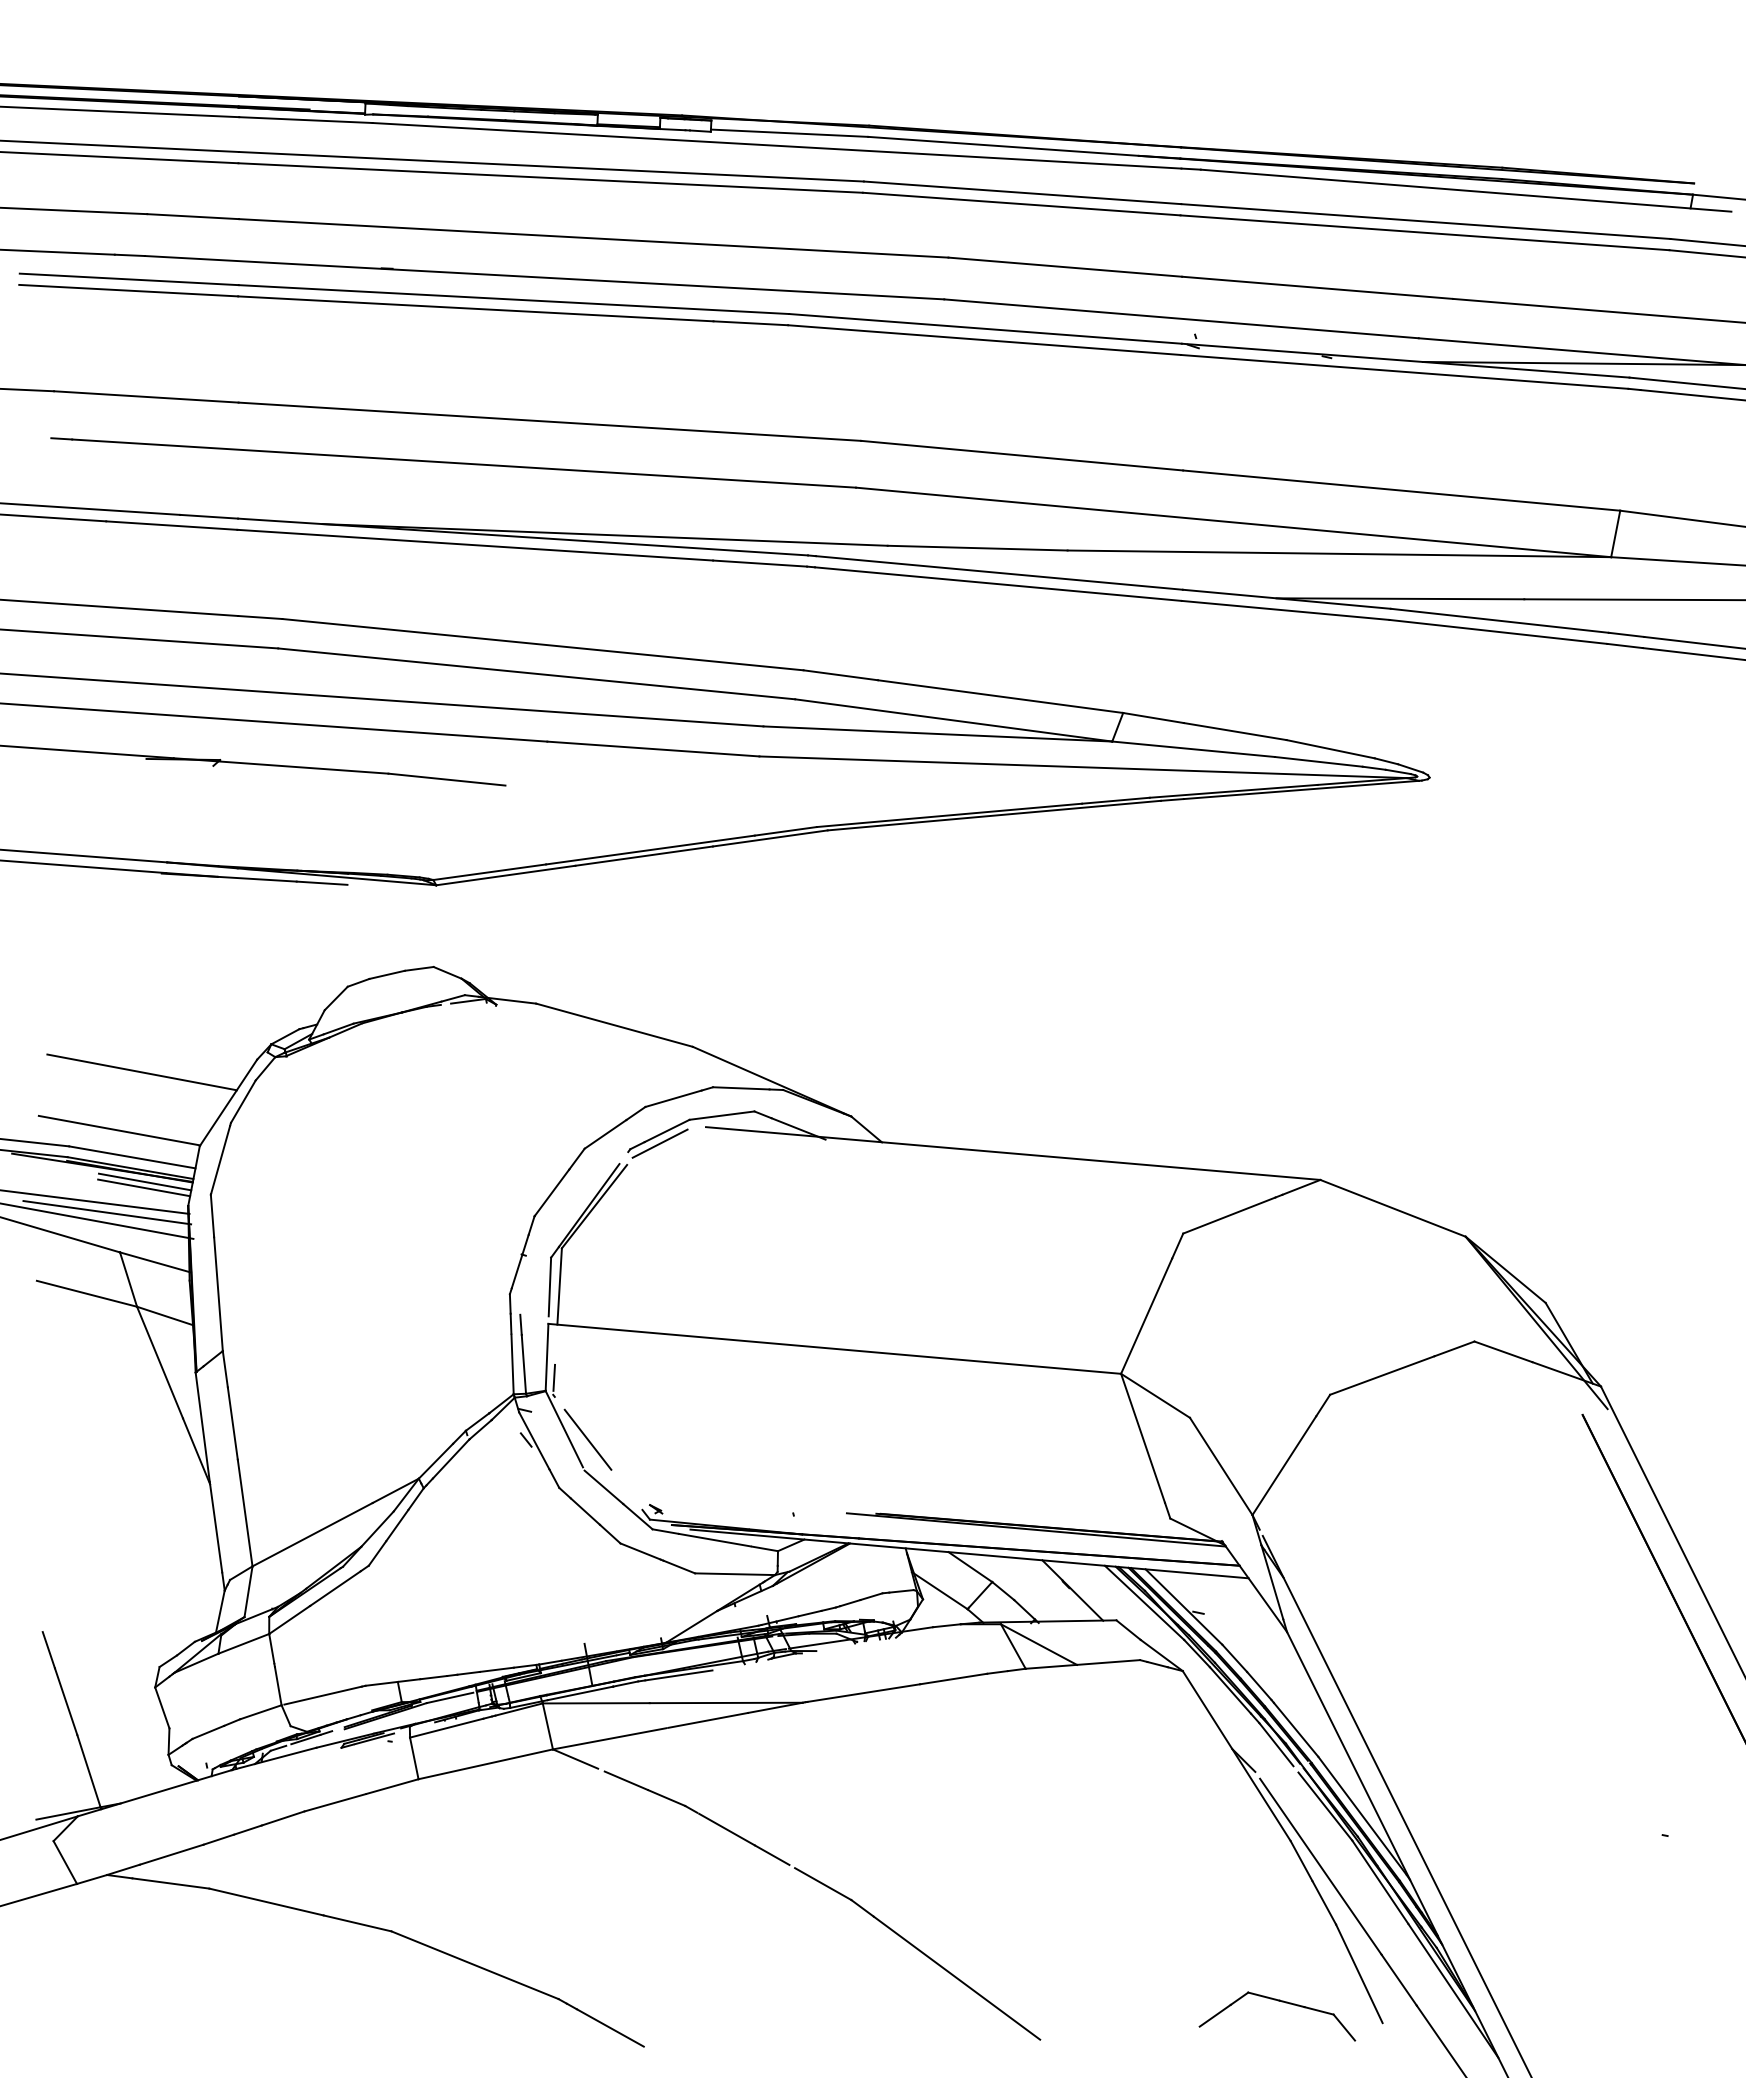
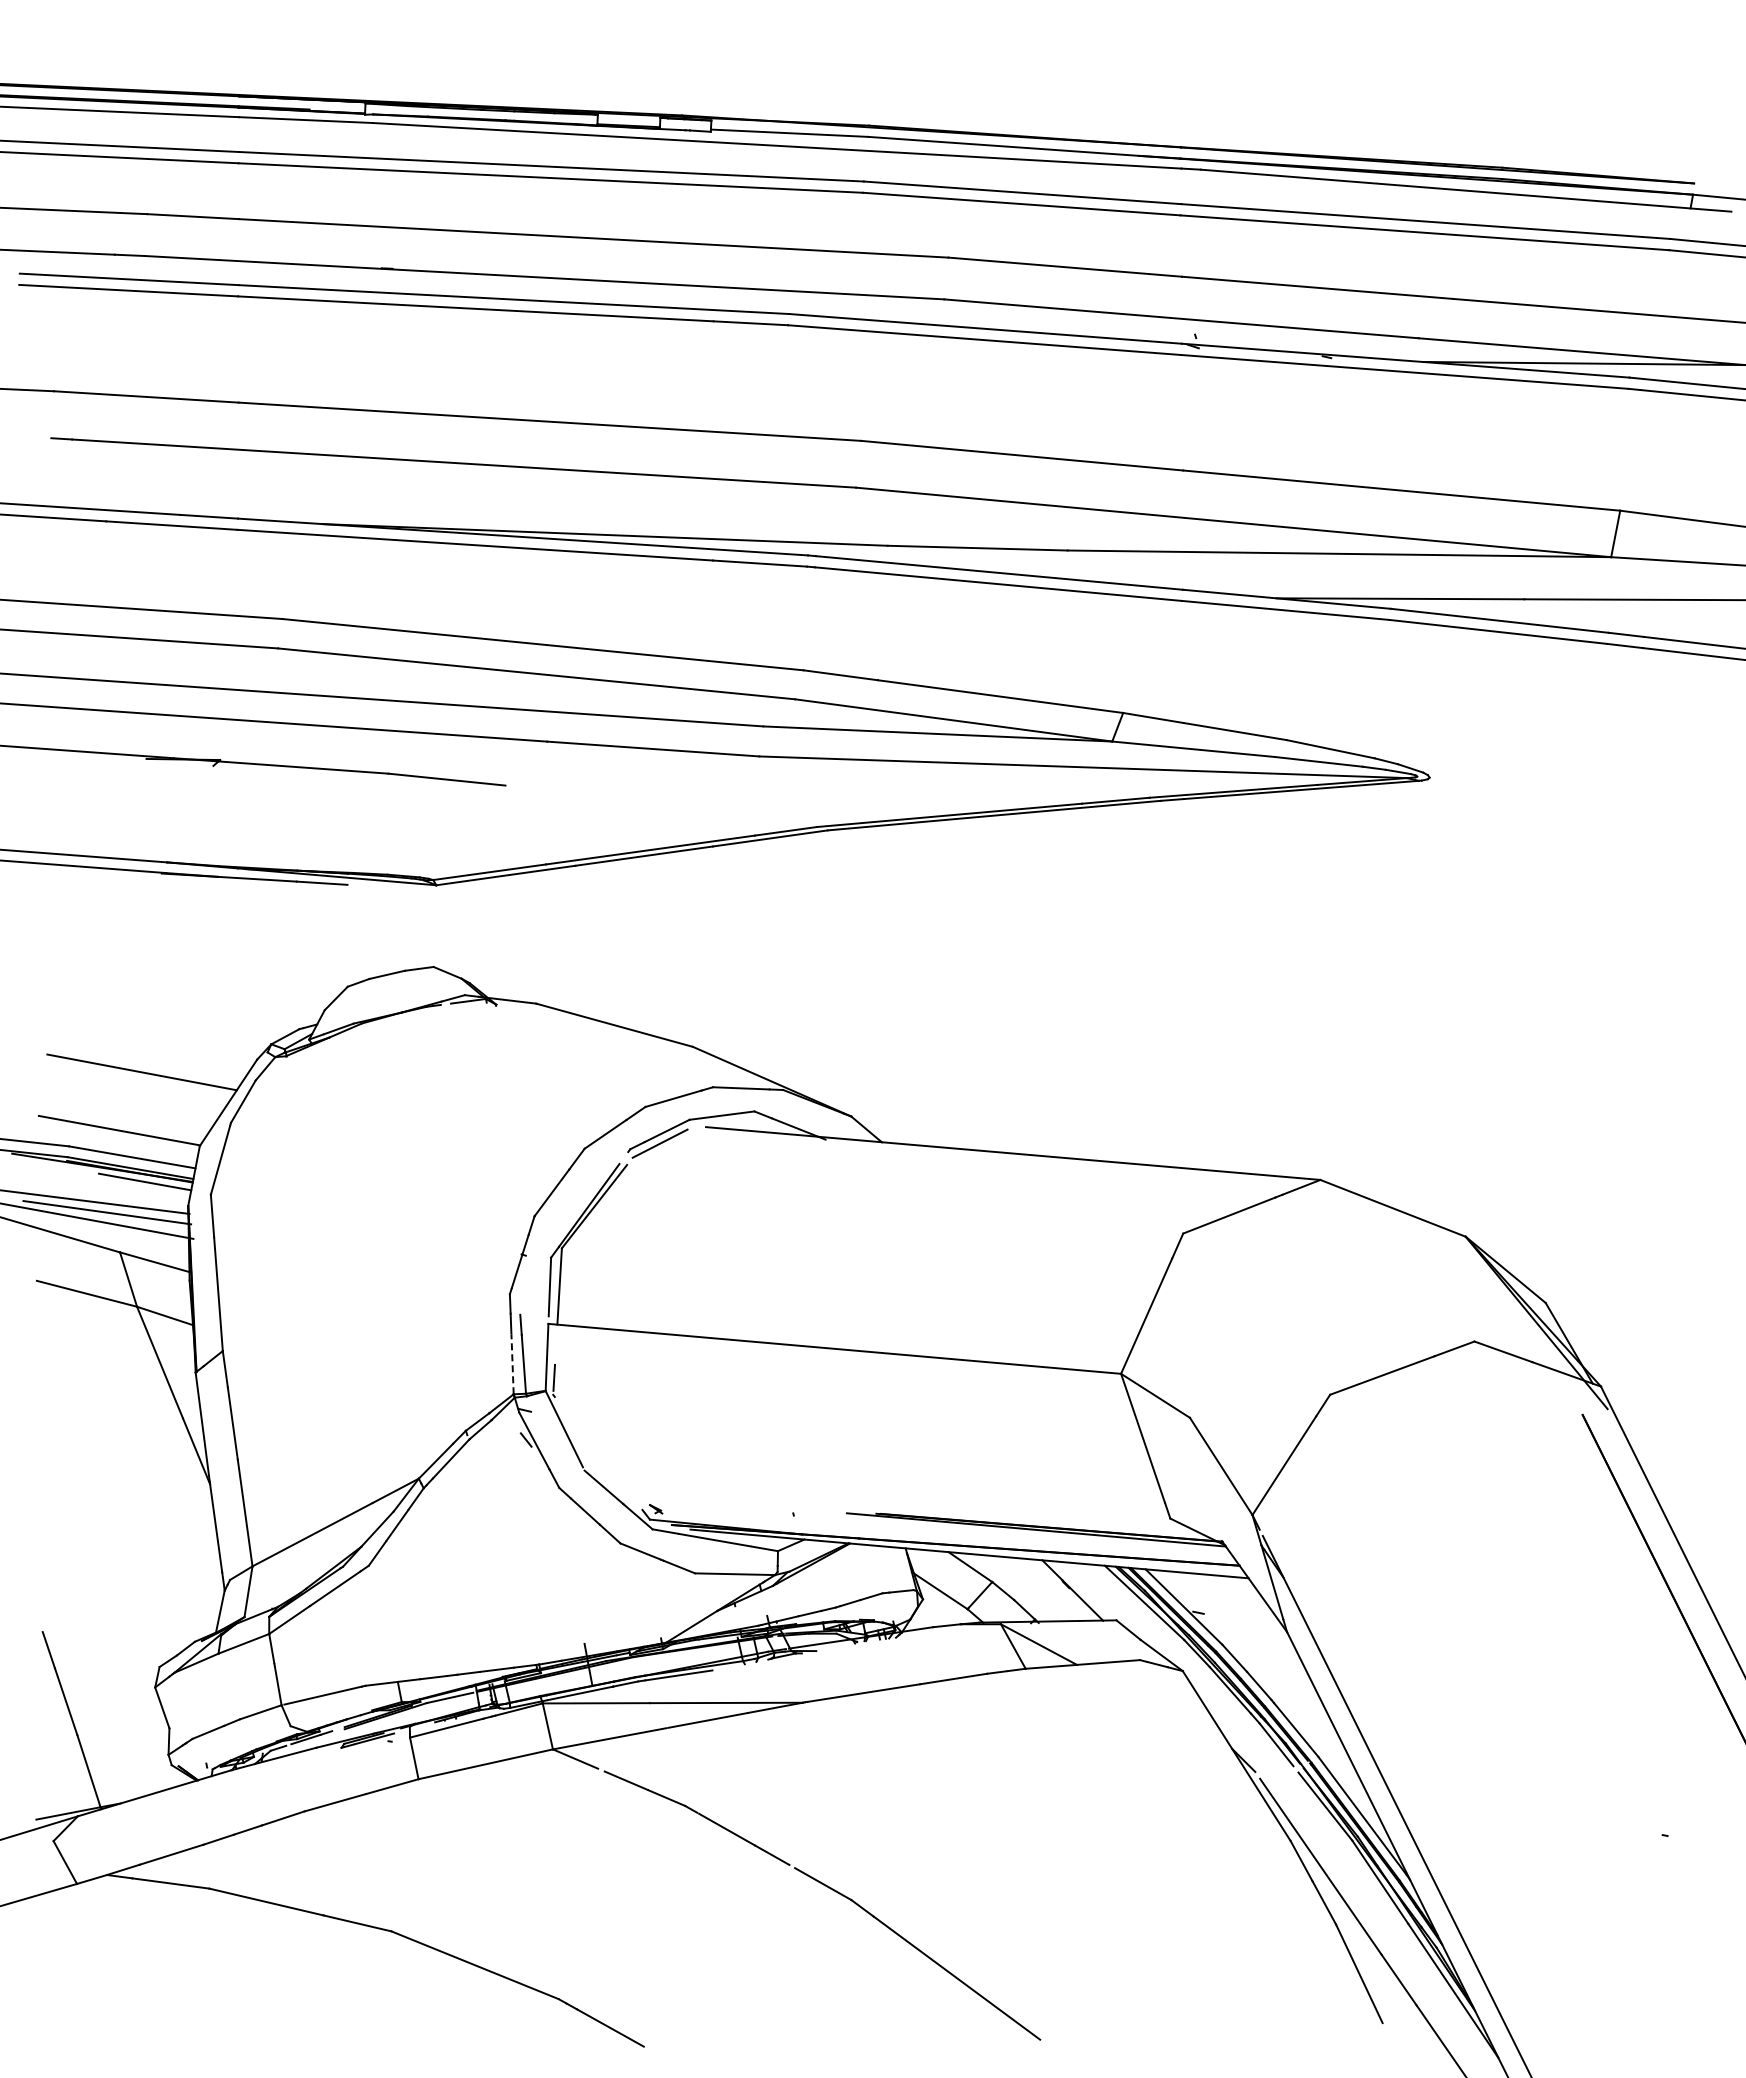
line at (144, 1187): present -> none
line at (512, 1364): solid -> dashed
line at (587, 1439): present -> none
part at (1281, 2002): present -> none
